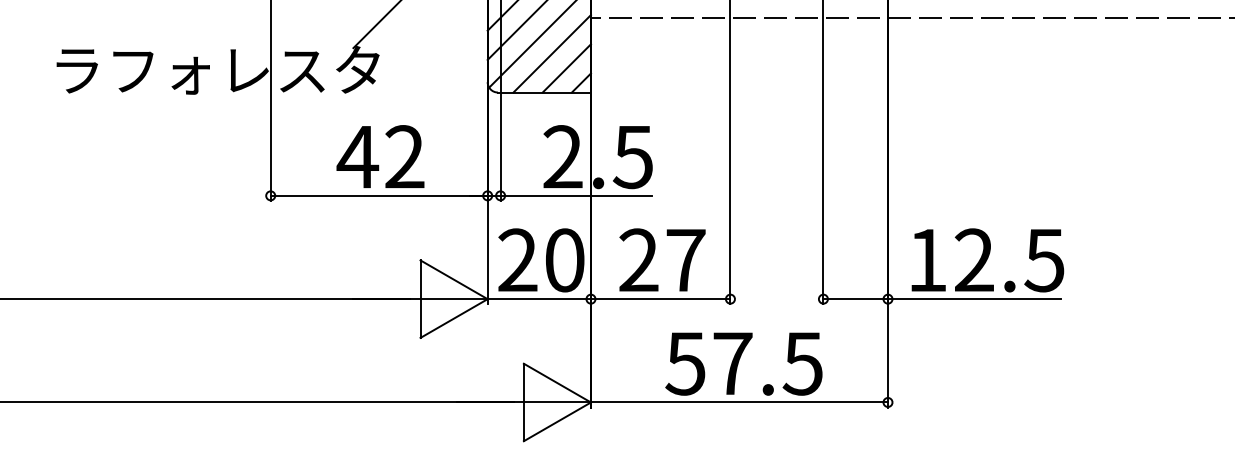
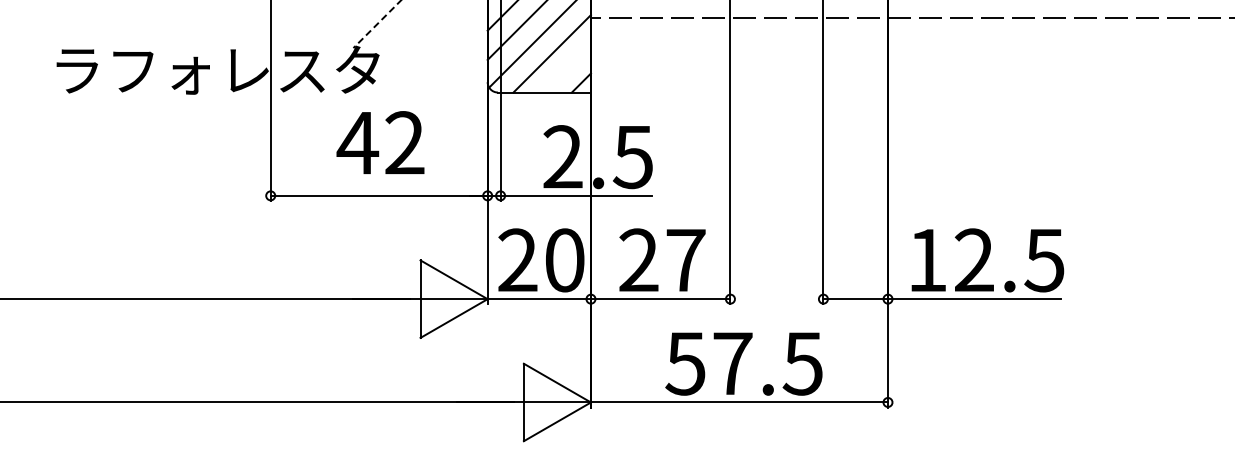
line at (377, 24): solid -> dashed
line at (566, 68): present -> none
text at (380, 156) position: (380, 156) -> (380, 142)
